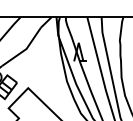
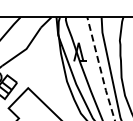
line at (100, 69): solid -> dashed
